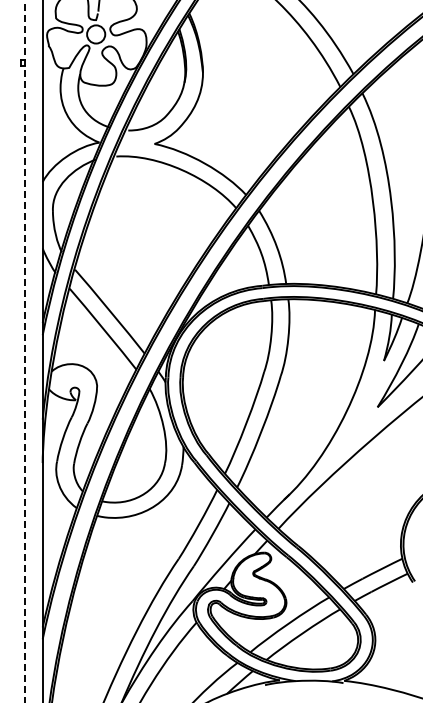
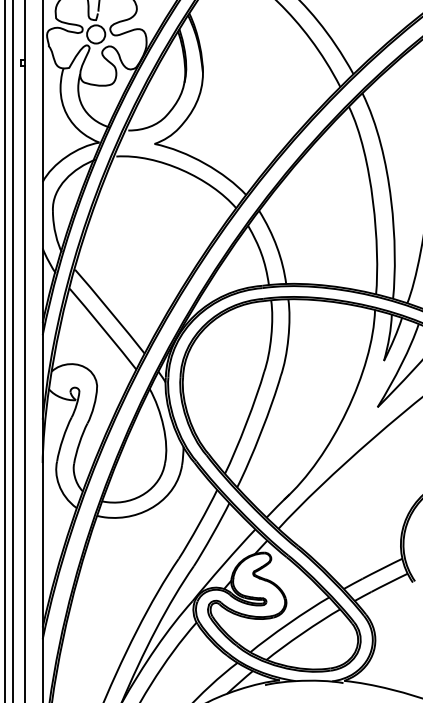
line at (5, 350): none -> present
line at (12, 350): none -> present
line at (25, 351): dashed -> solid
